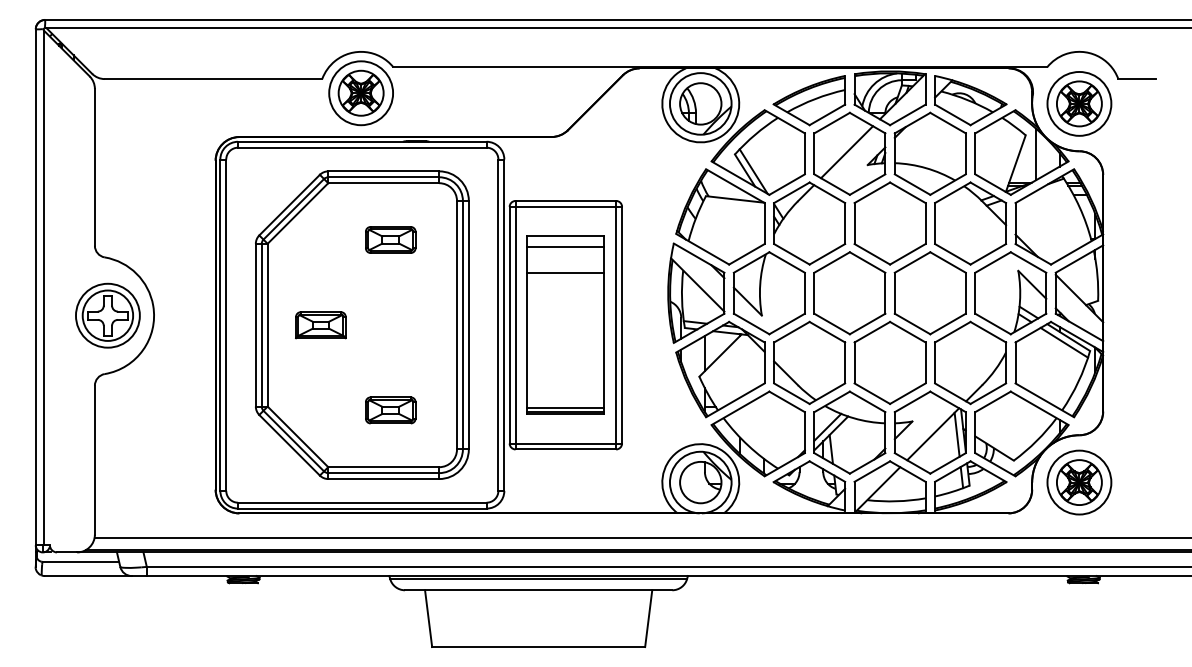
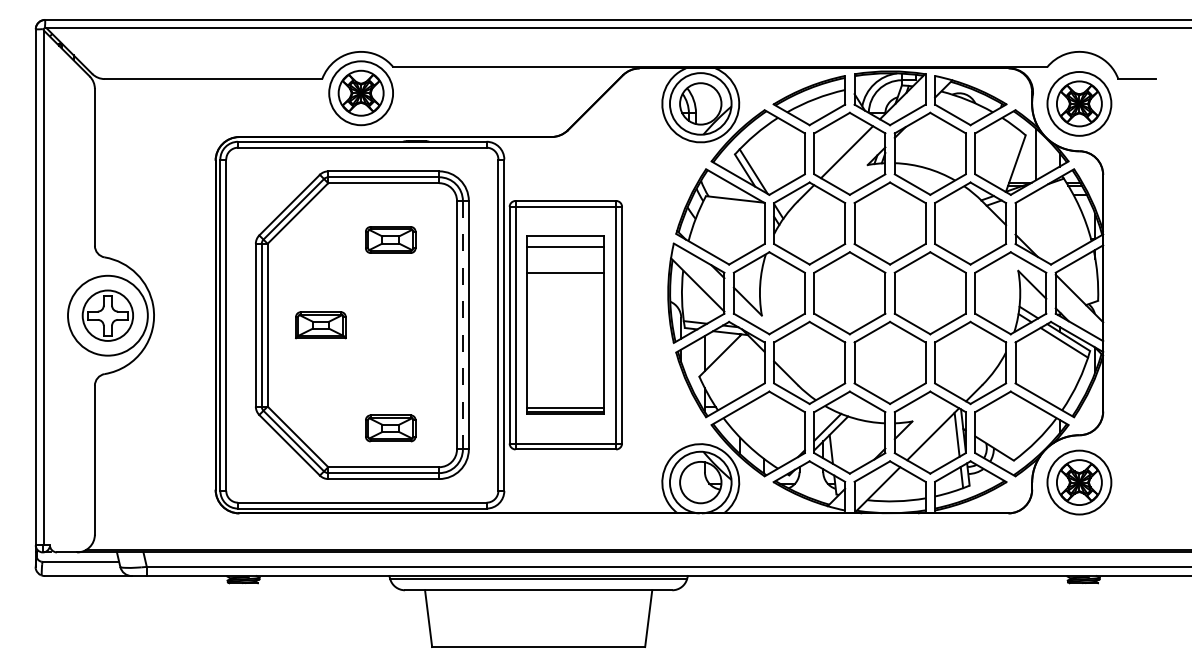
circle at (107, 315) diameter: 64 px -> 80 px
line at (462, 325): solid -> dashed
part at (390, 410) position: (390, 410) -> (390, 428)
line at (641, 538): present -> none
